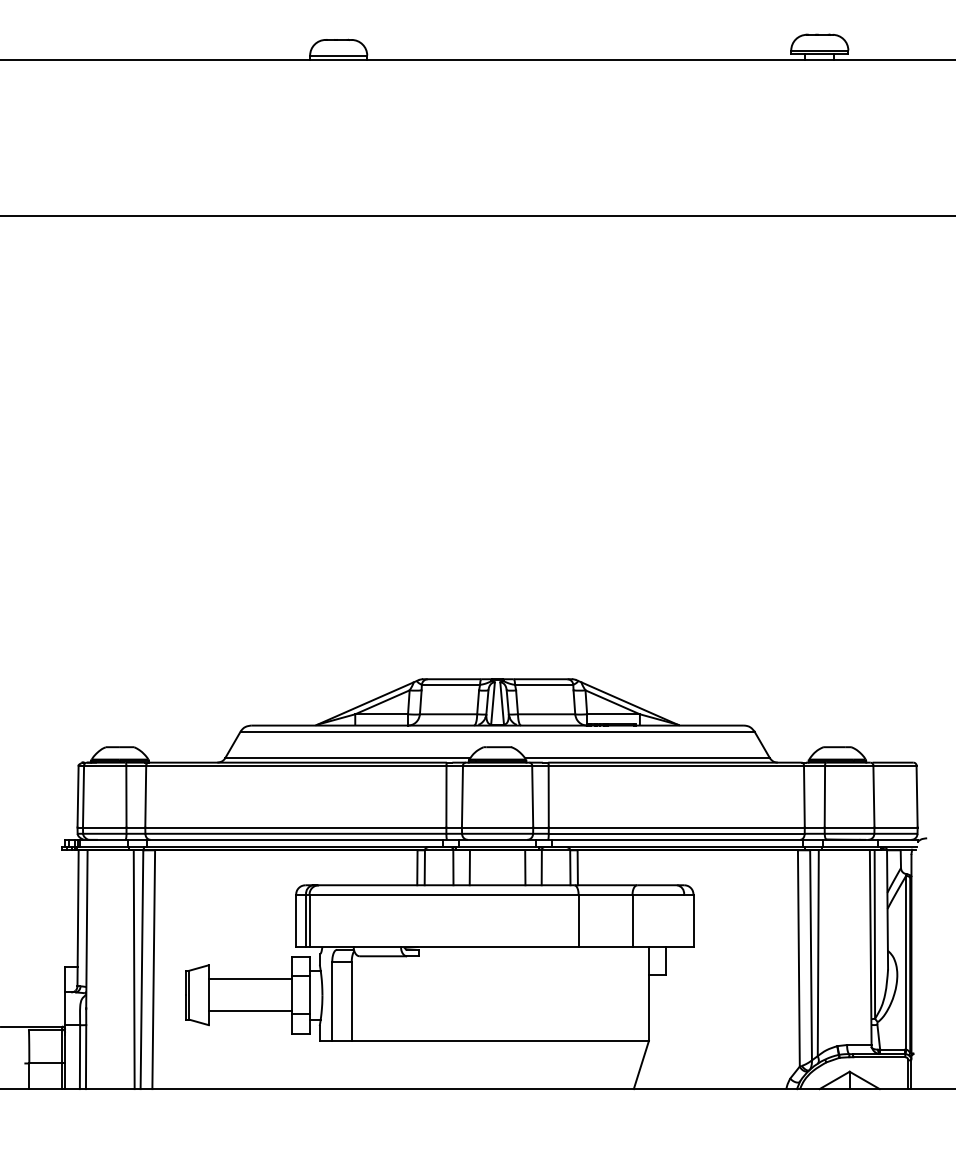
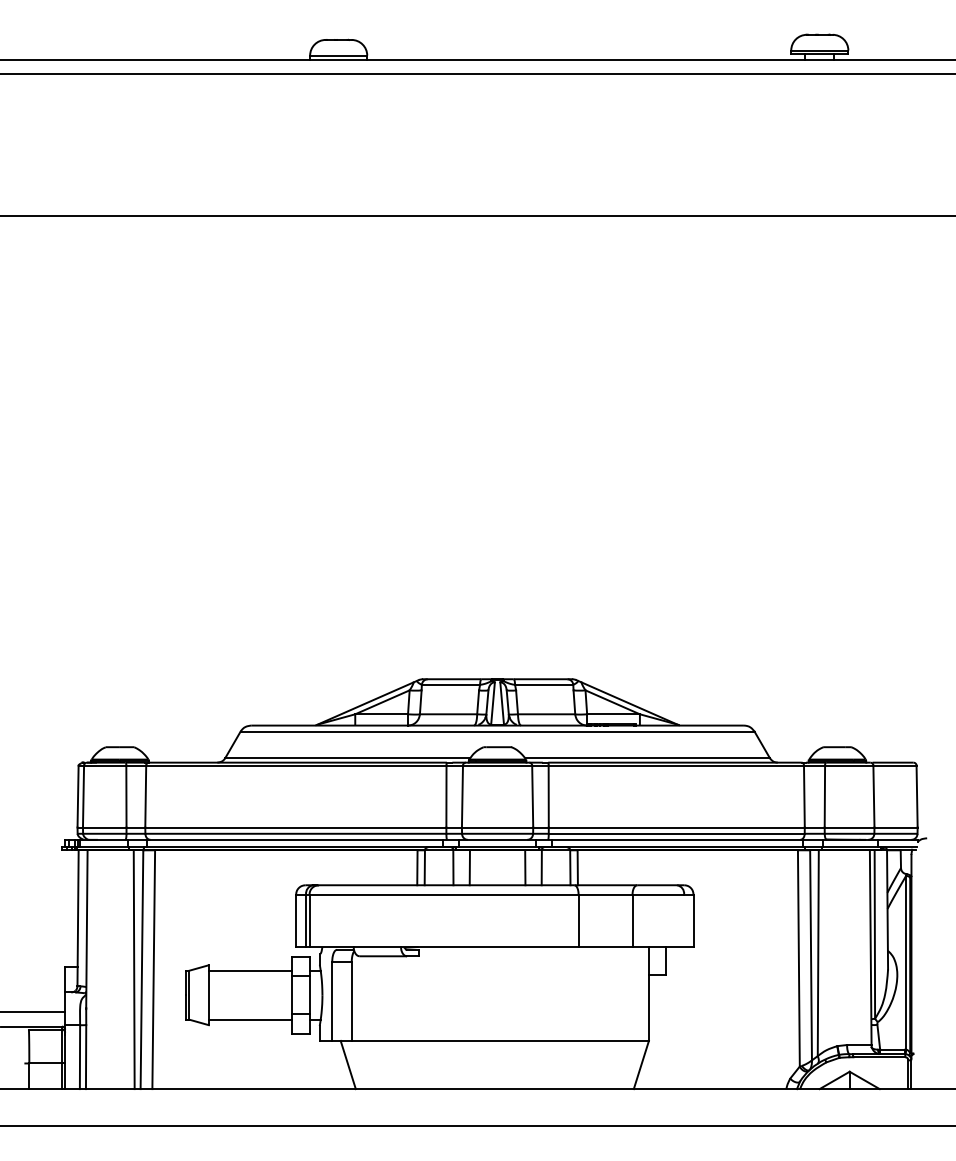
line at (477, 73): none -> present
line at (249, 978) position: (249, 978) -> (249, 970)
line at (249, 1010) position: (249, 1010) -> (249, 1019)
line at (33, 1011): none -> present
line at (347, 1064): none -> present
line at (477, 1126): none -> present
